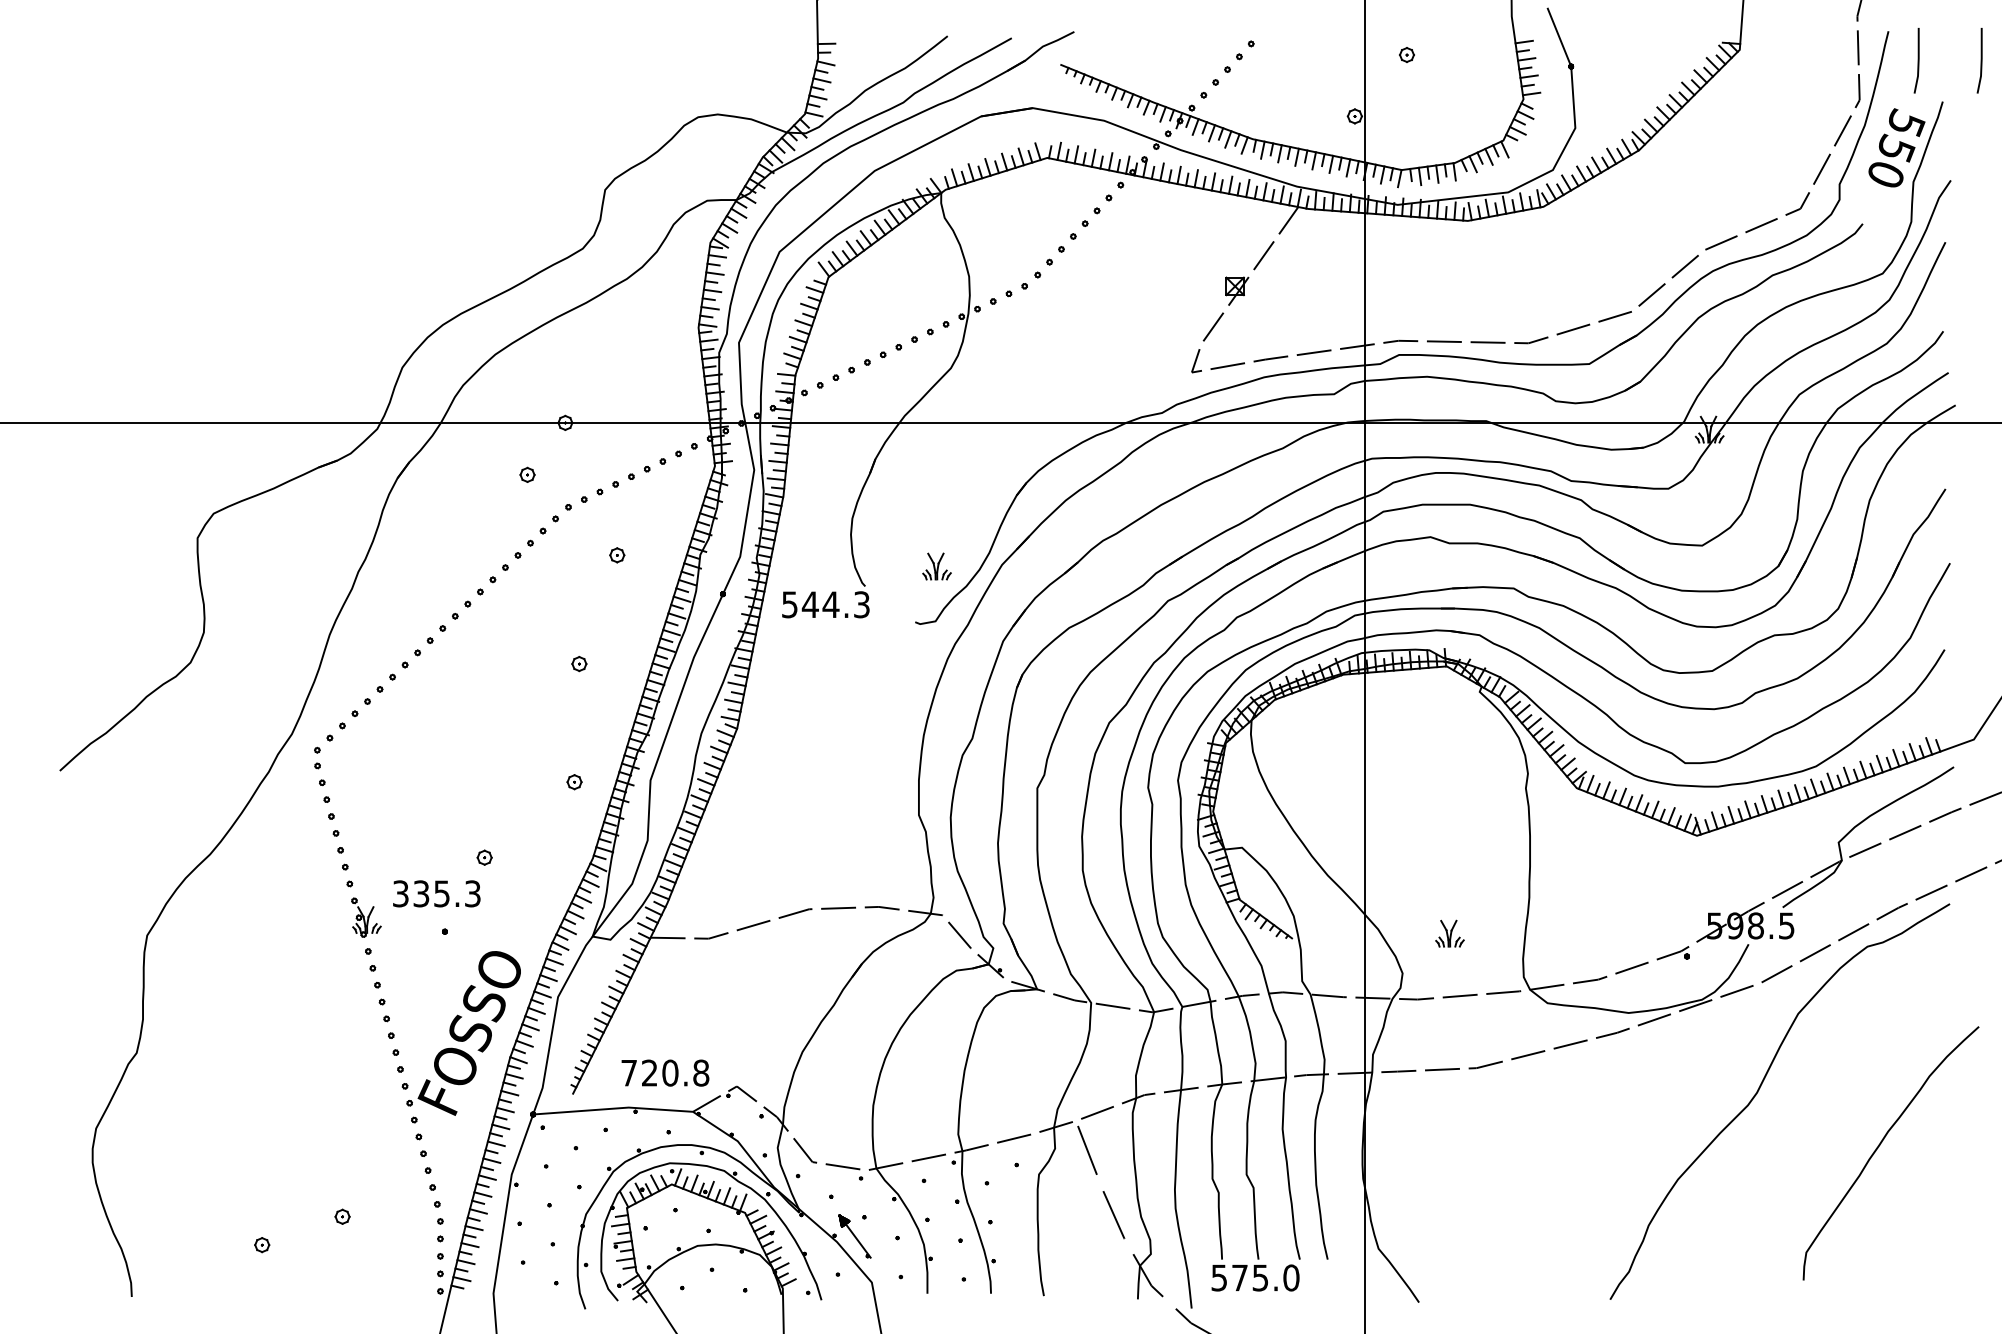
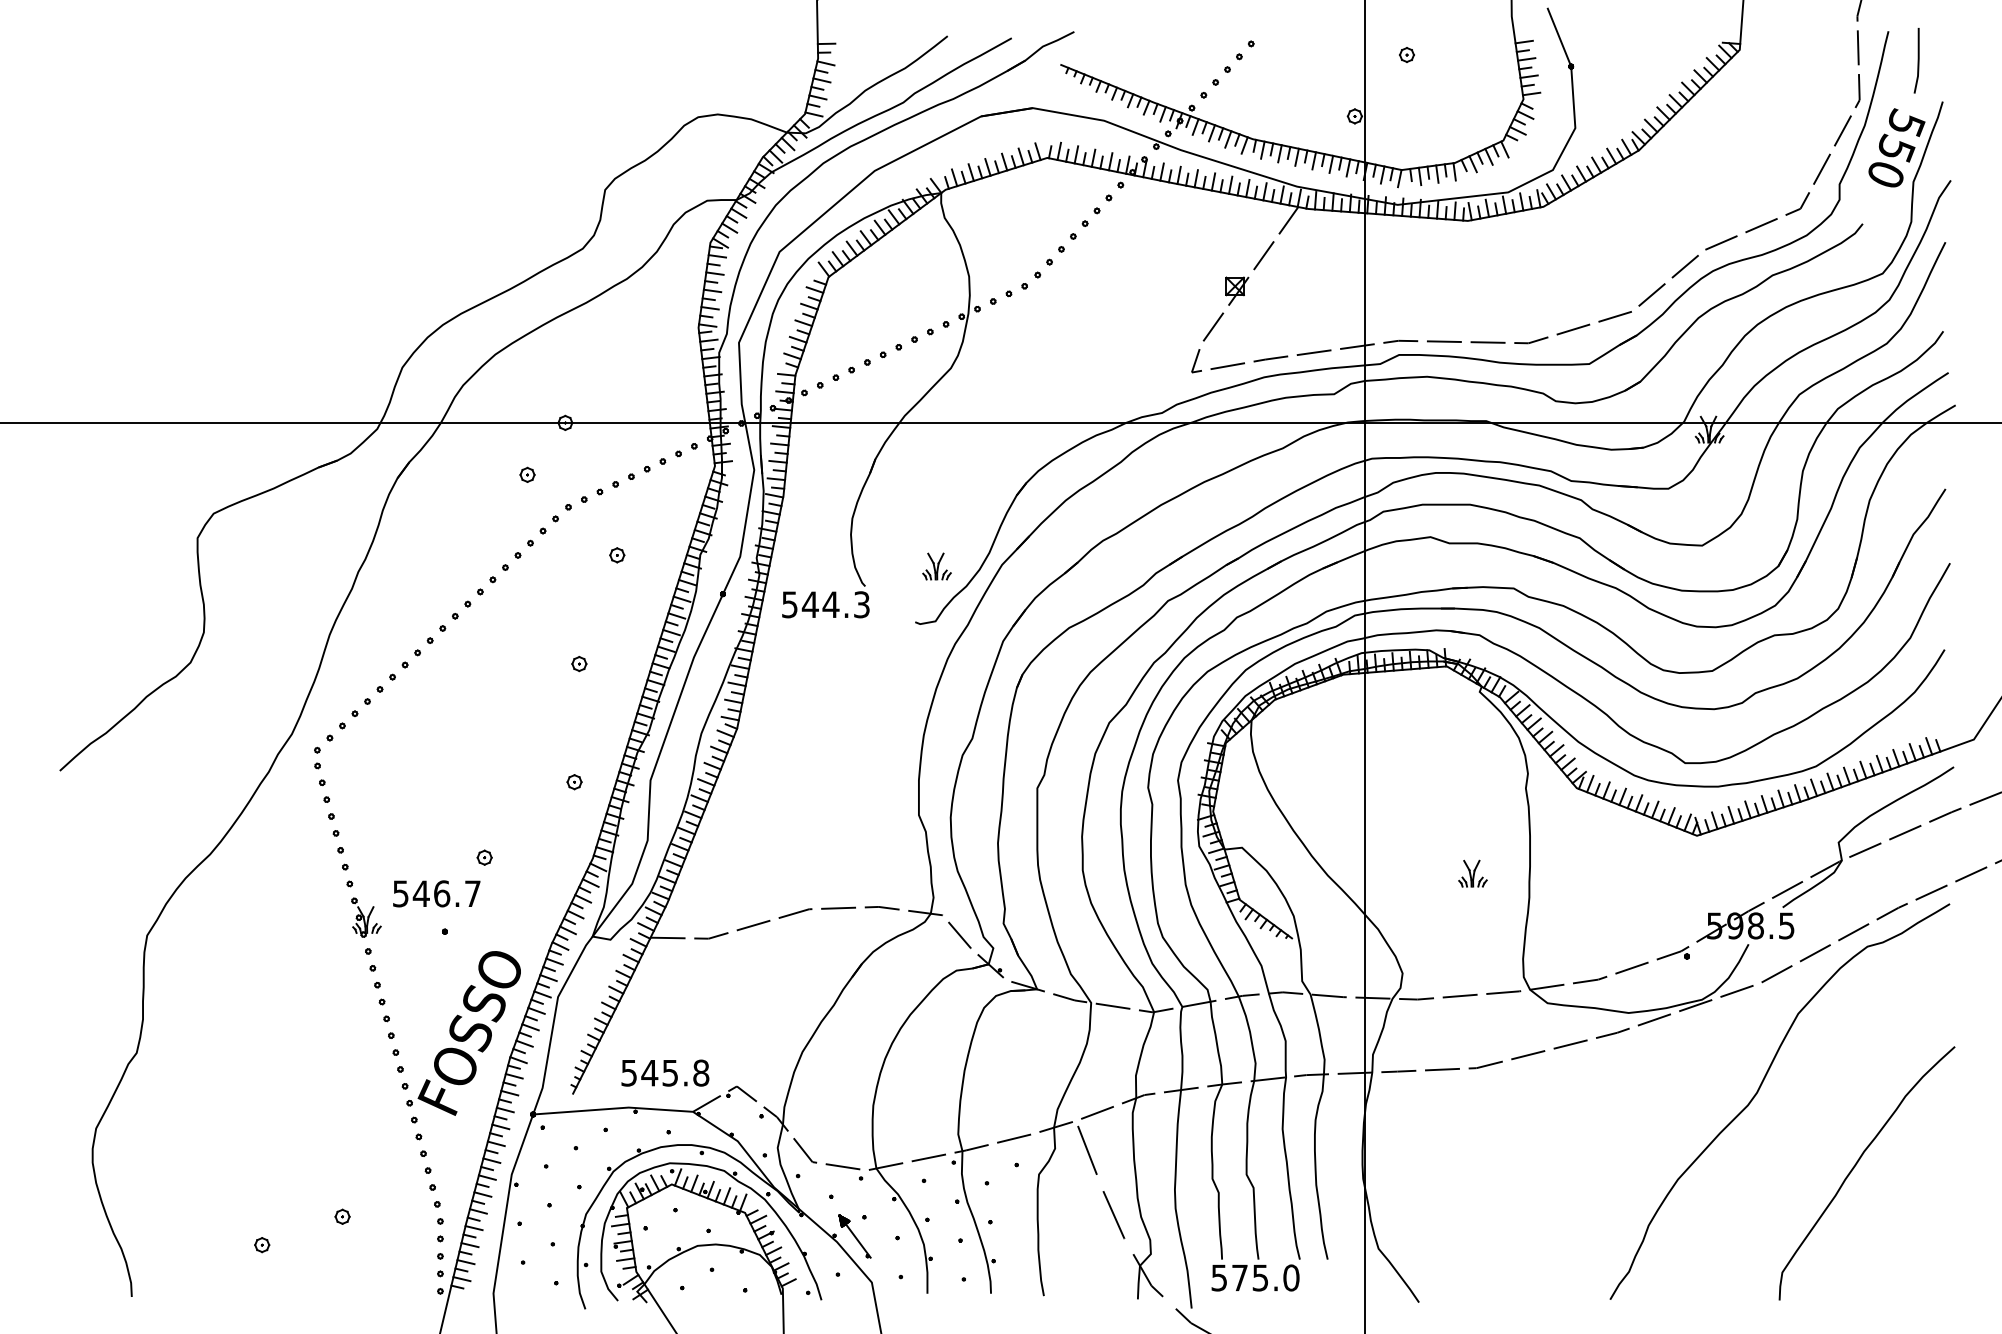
line at (1980, 60): present -> none
text at (436, 893): 335.3 -> 546.7
part at (1449, 933) position: (1449, 933) -> (1472, 873)
text at (649, 1072): 720.8 -> 545.8
curve at (1880, 1145) position: (1880, 1145) -> (1856, 1165)
